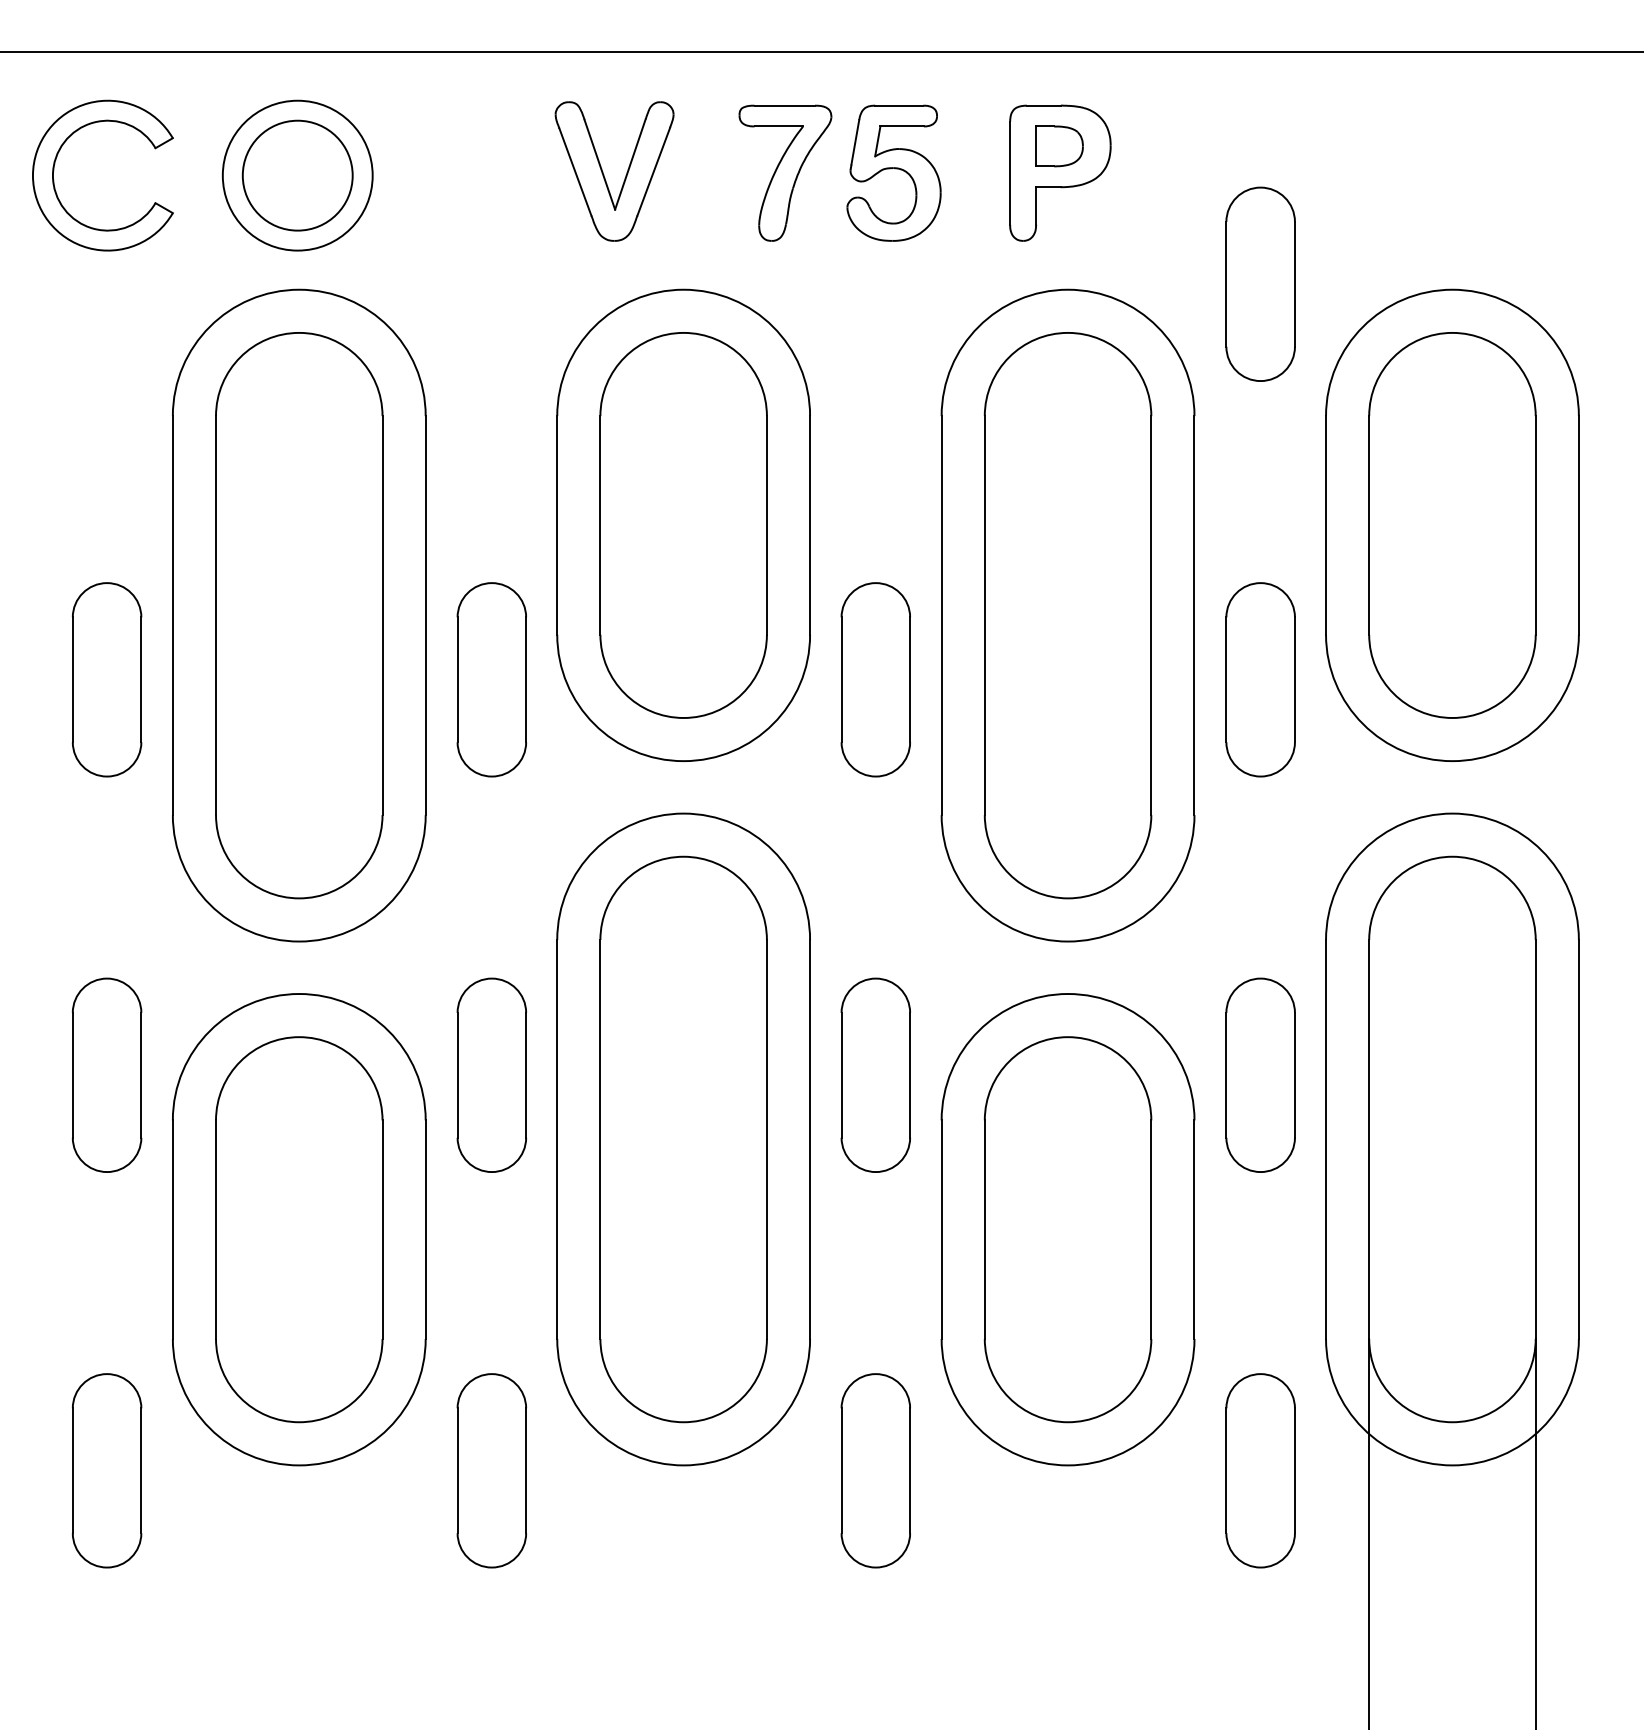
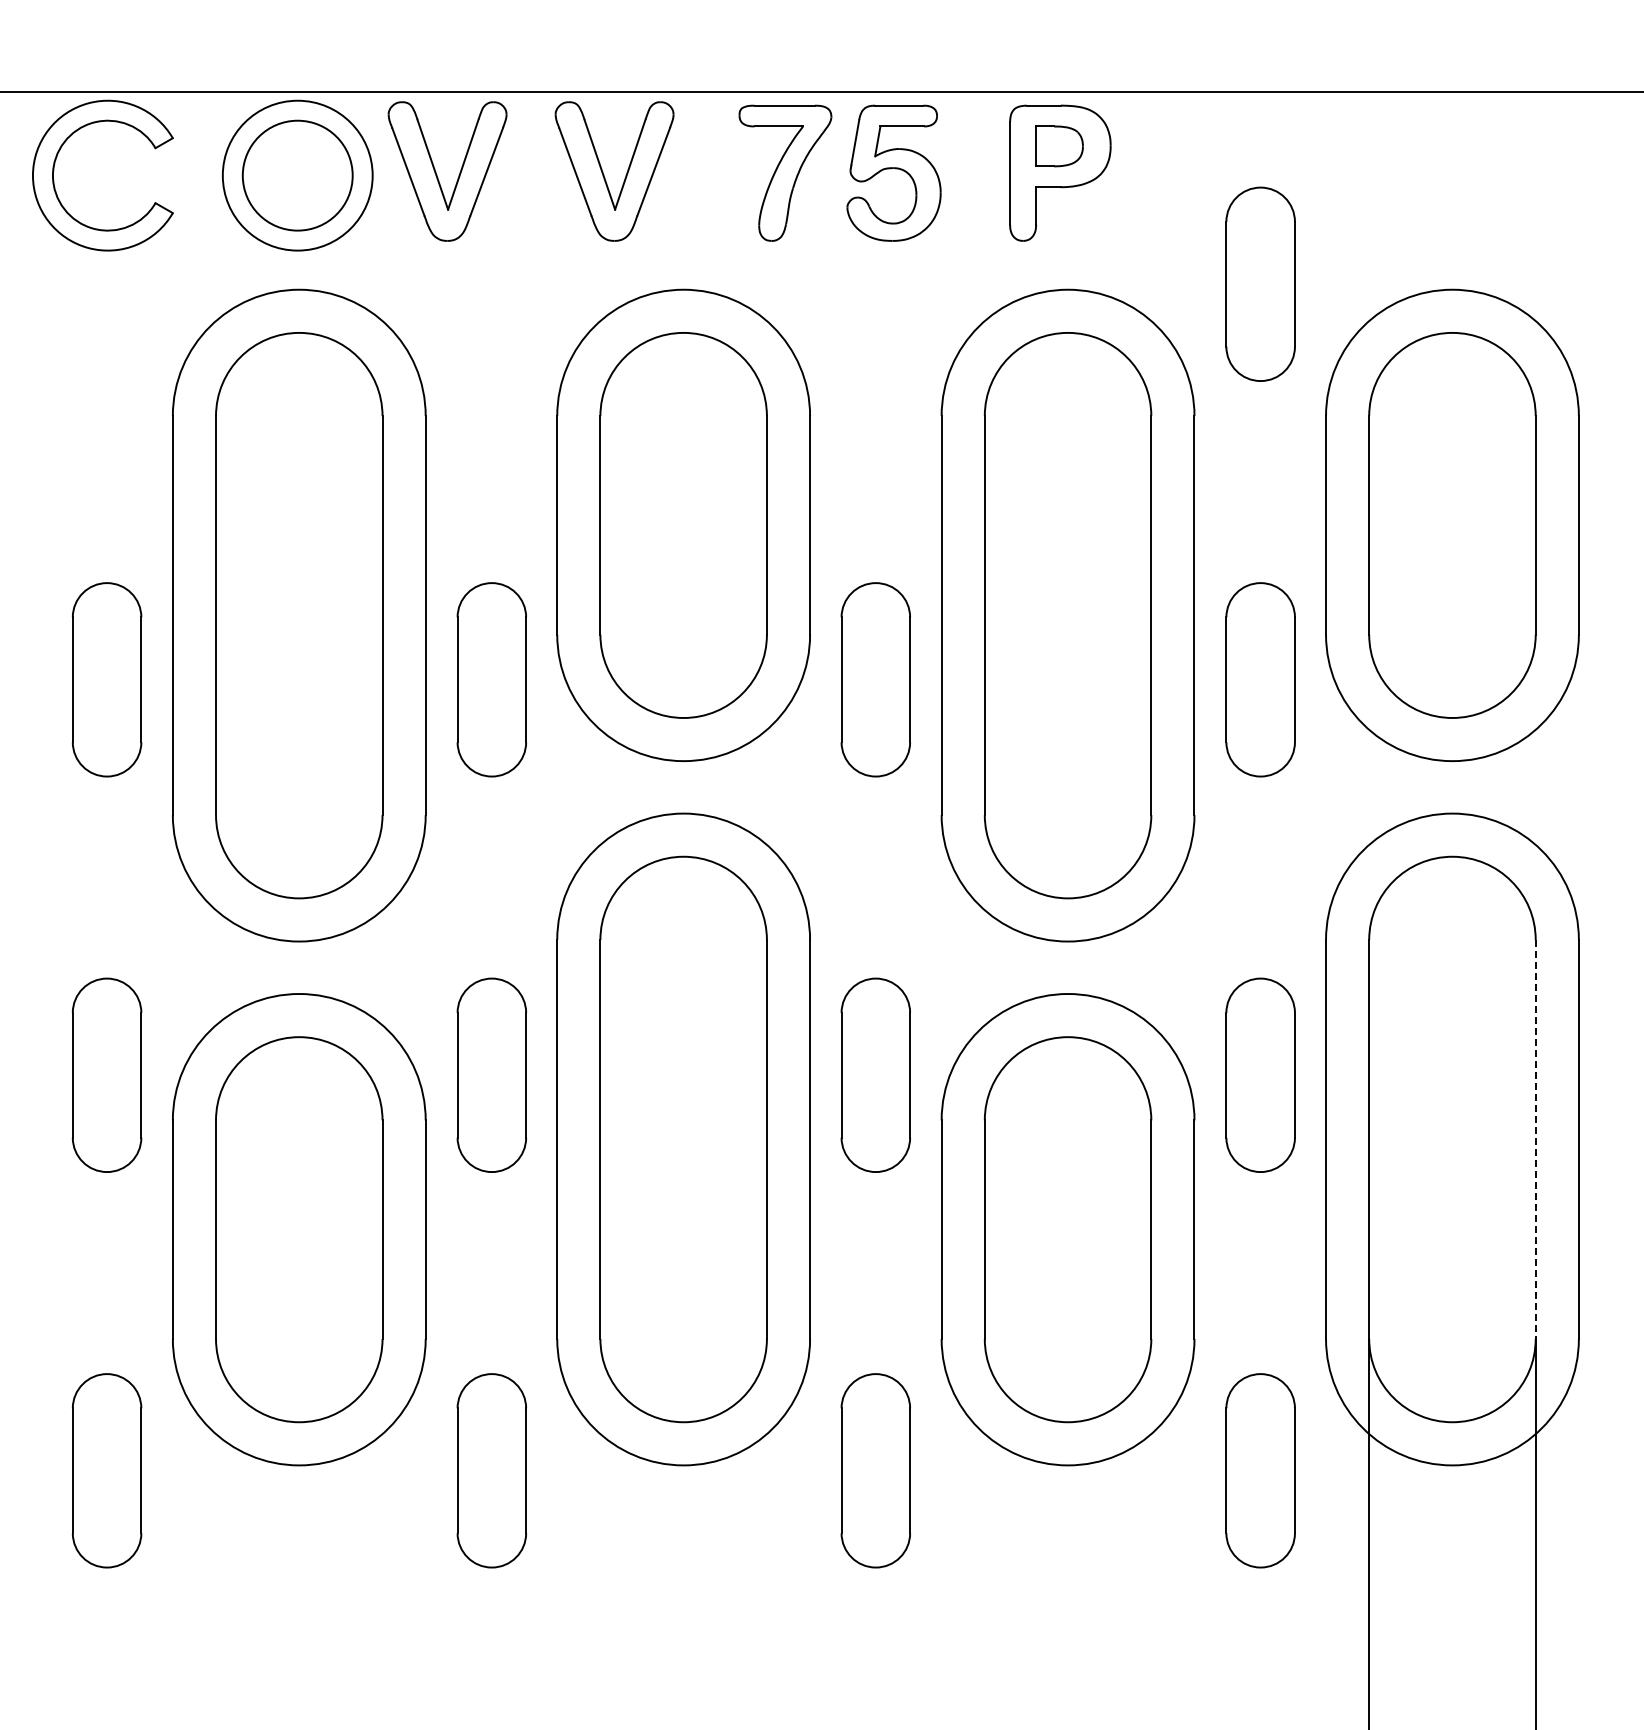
line at (821, 51) position: (821, 51) -> (821, 91)
part at (437, 174): none -> present
line at (1535, 1140): solid -> dashed
